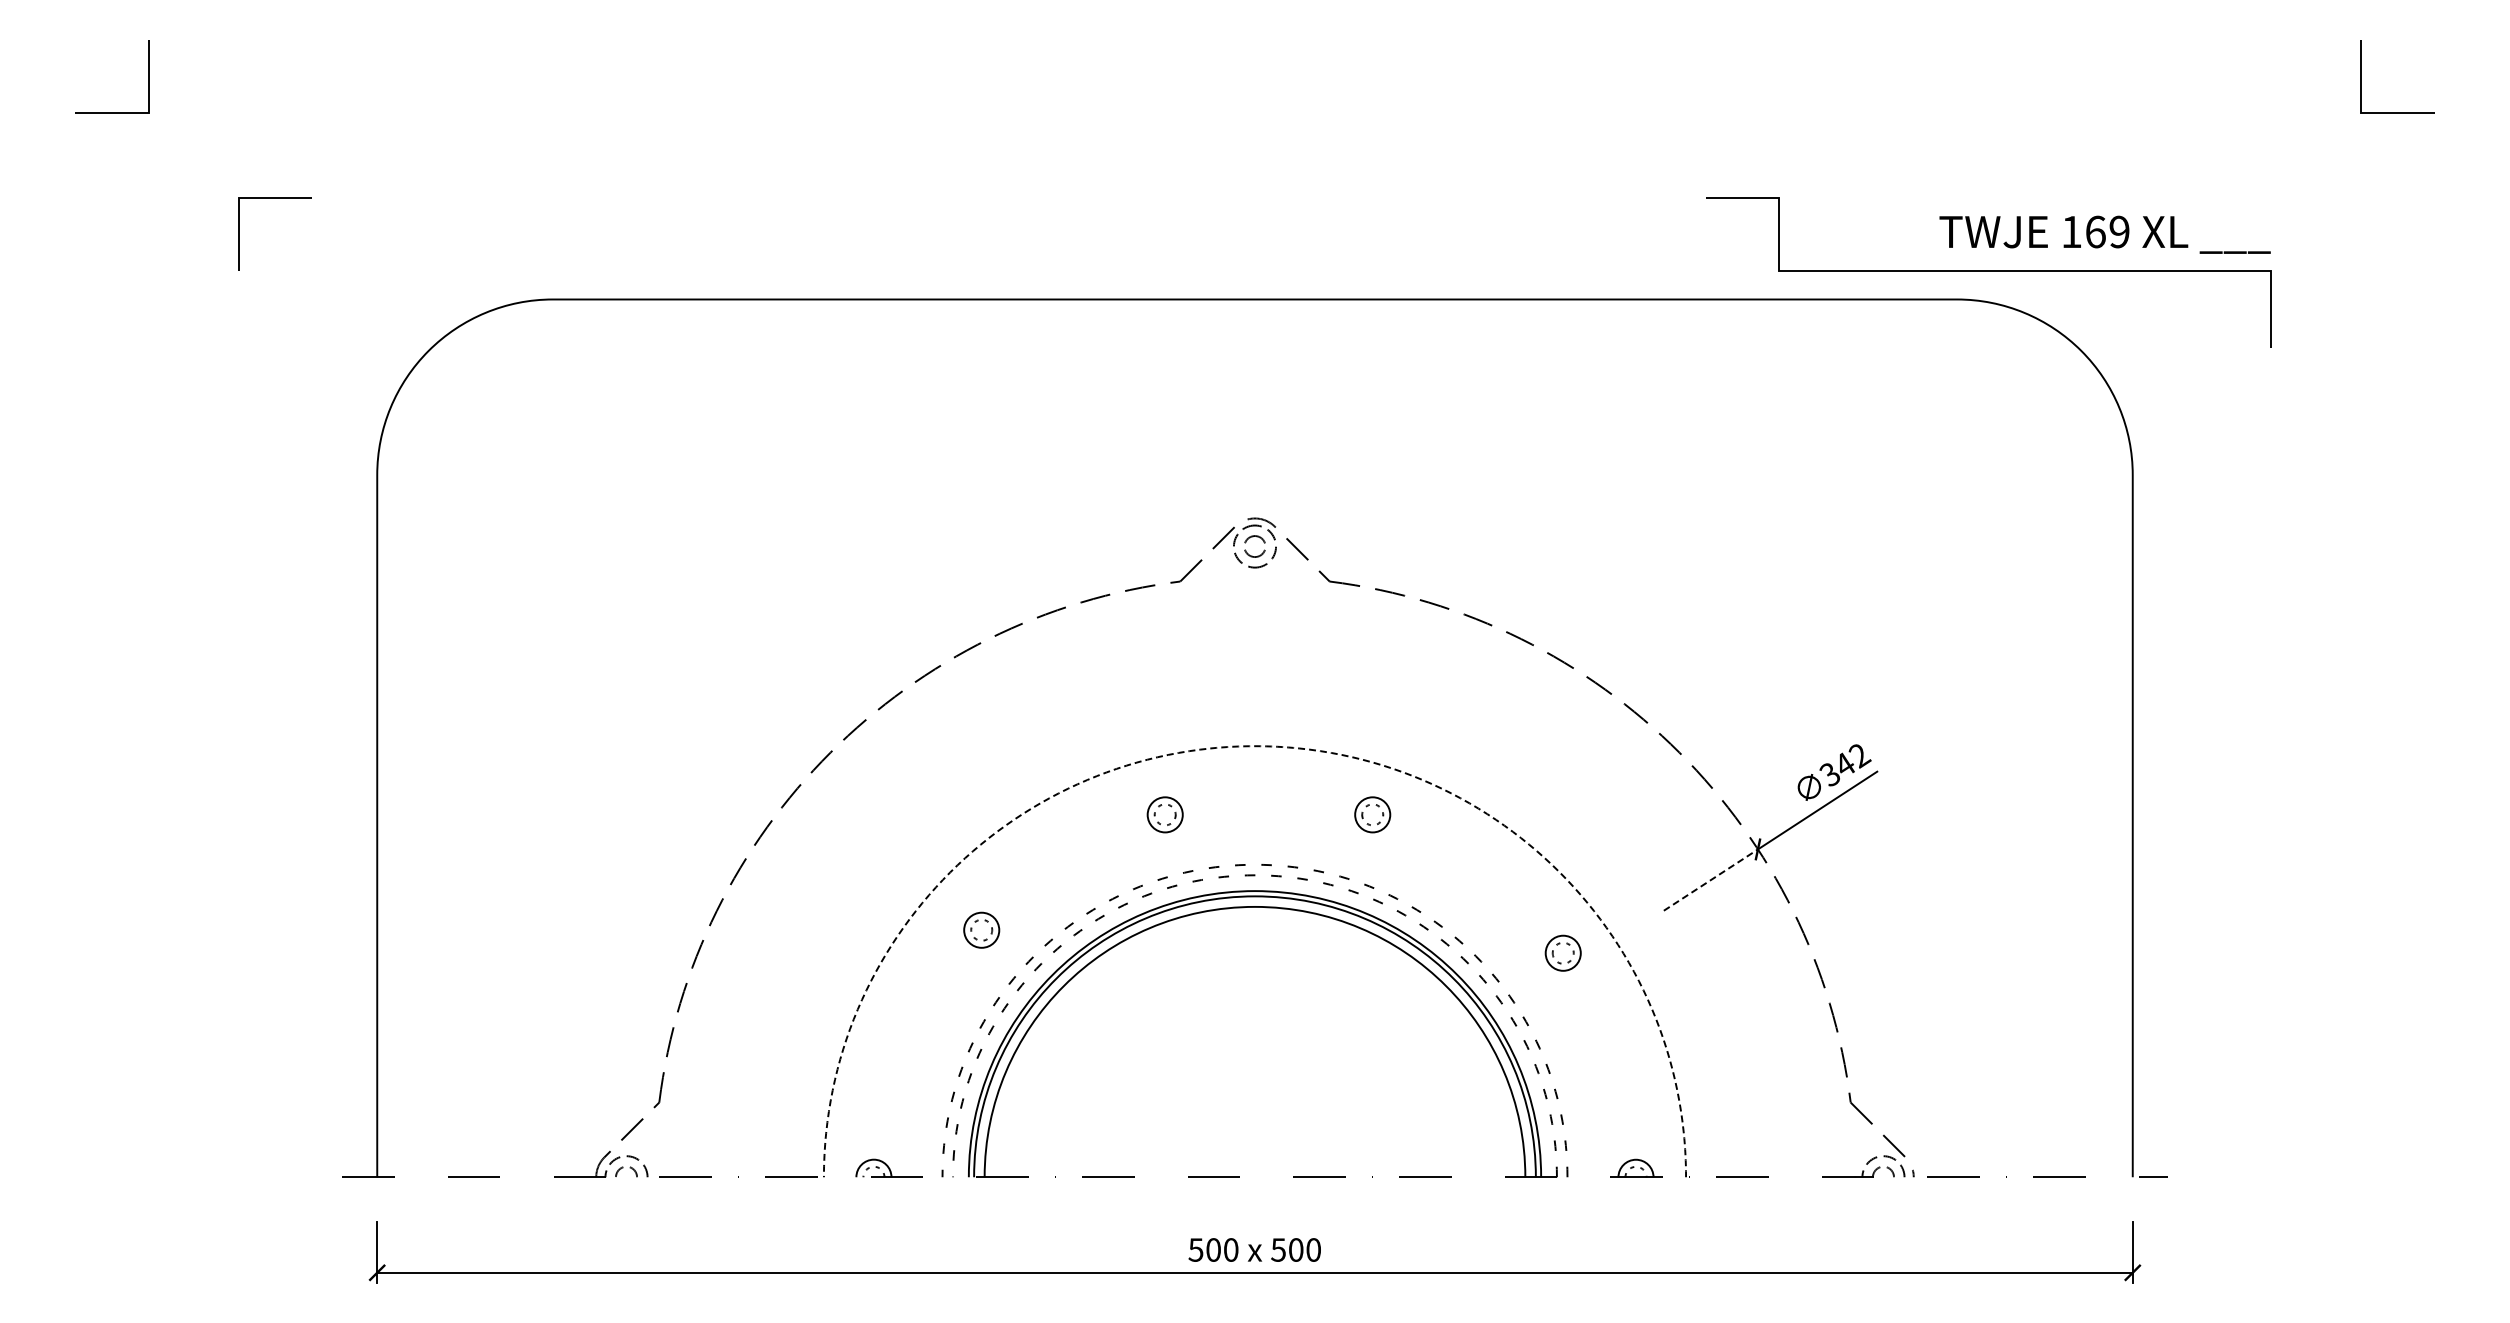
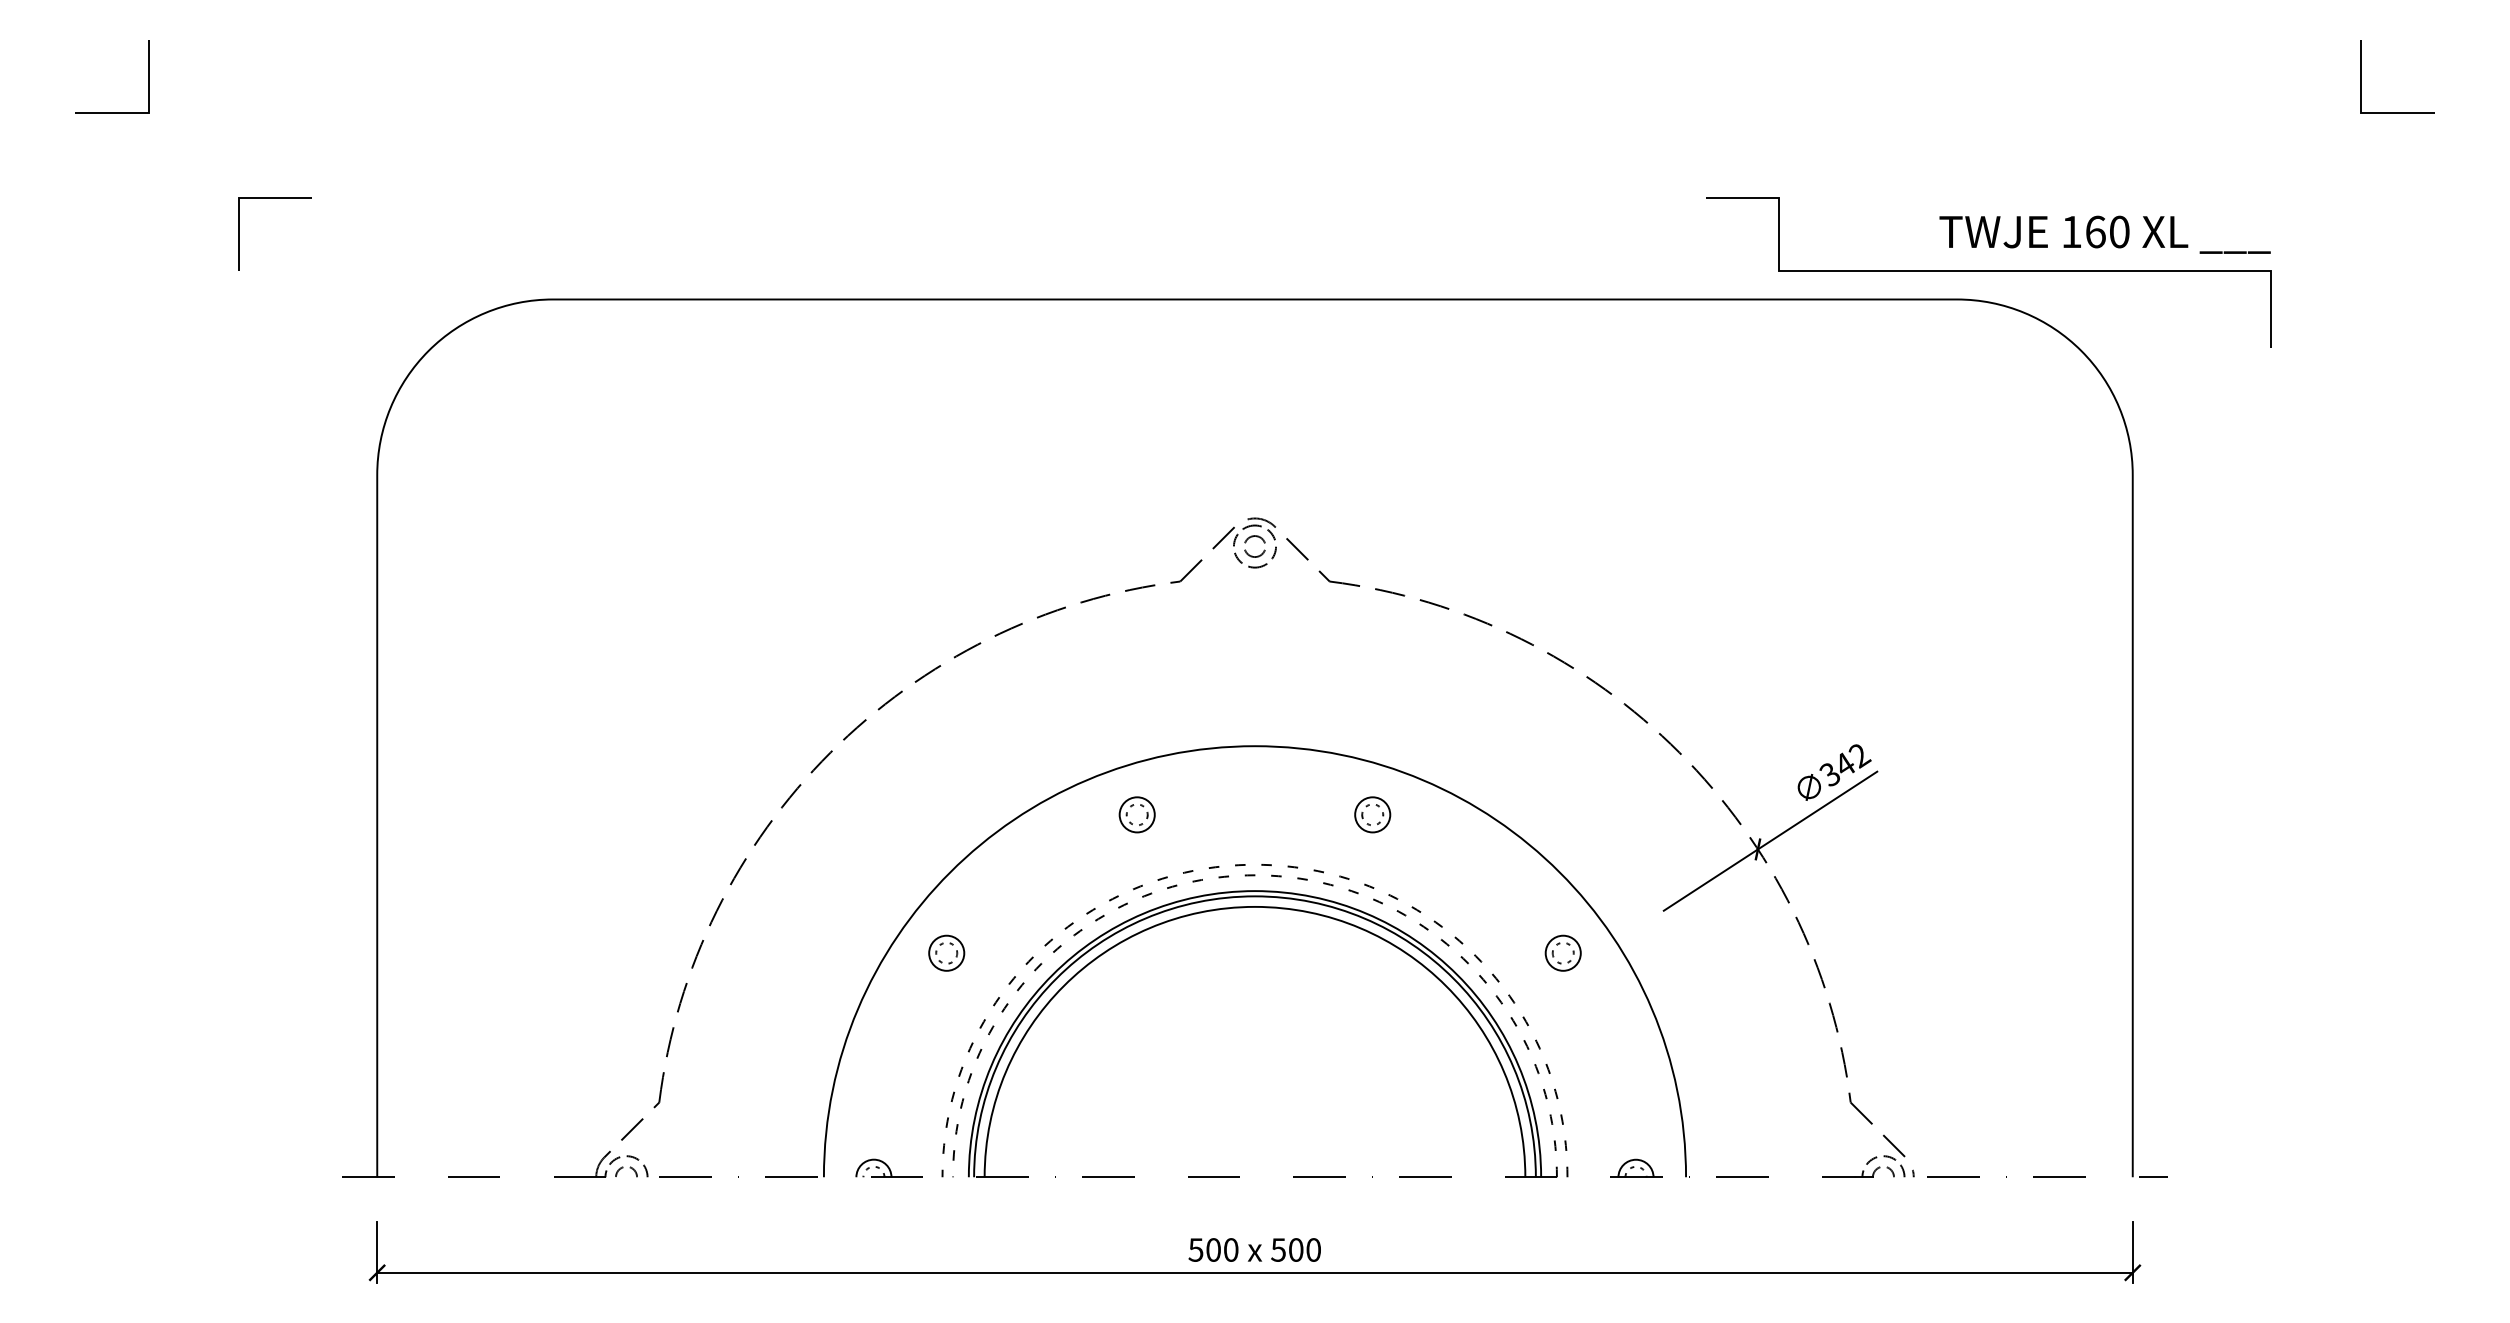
text at (2119, 231): 169 -> 160
arc at (1254, 746): dashed -> solid
part at (1164, 814) position: (1164, 814) -> (1136, 814)
line at (1711, 879): dashed -> solid
part at (981, 929) position: (981, 929) -> (946, 952)
